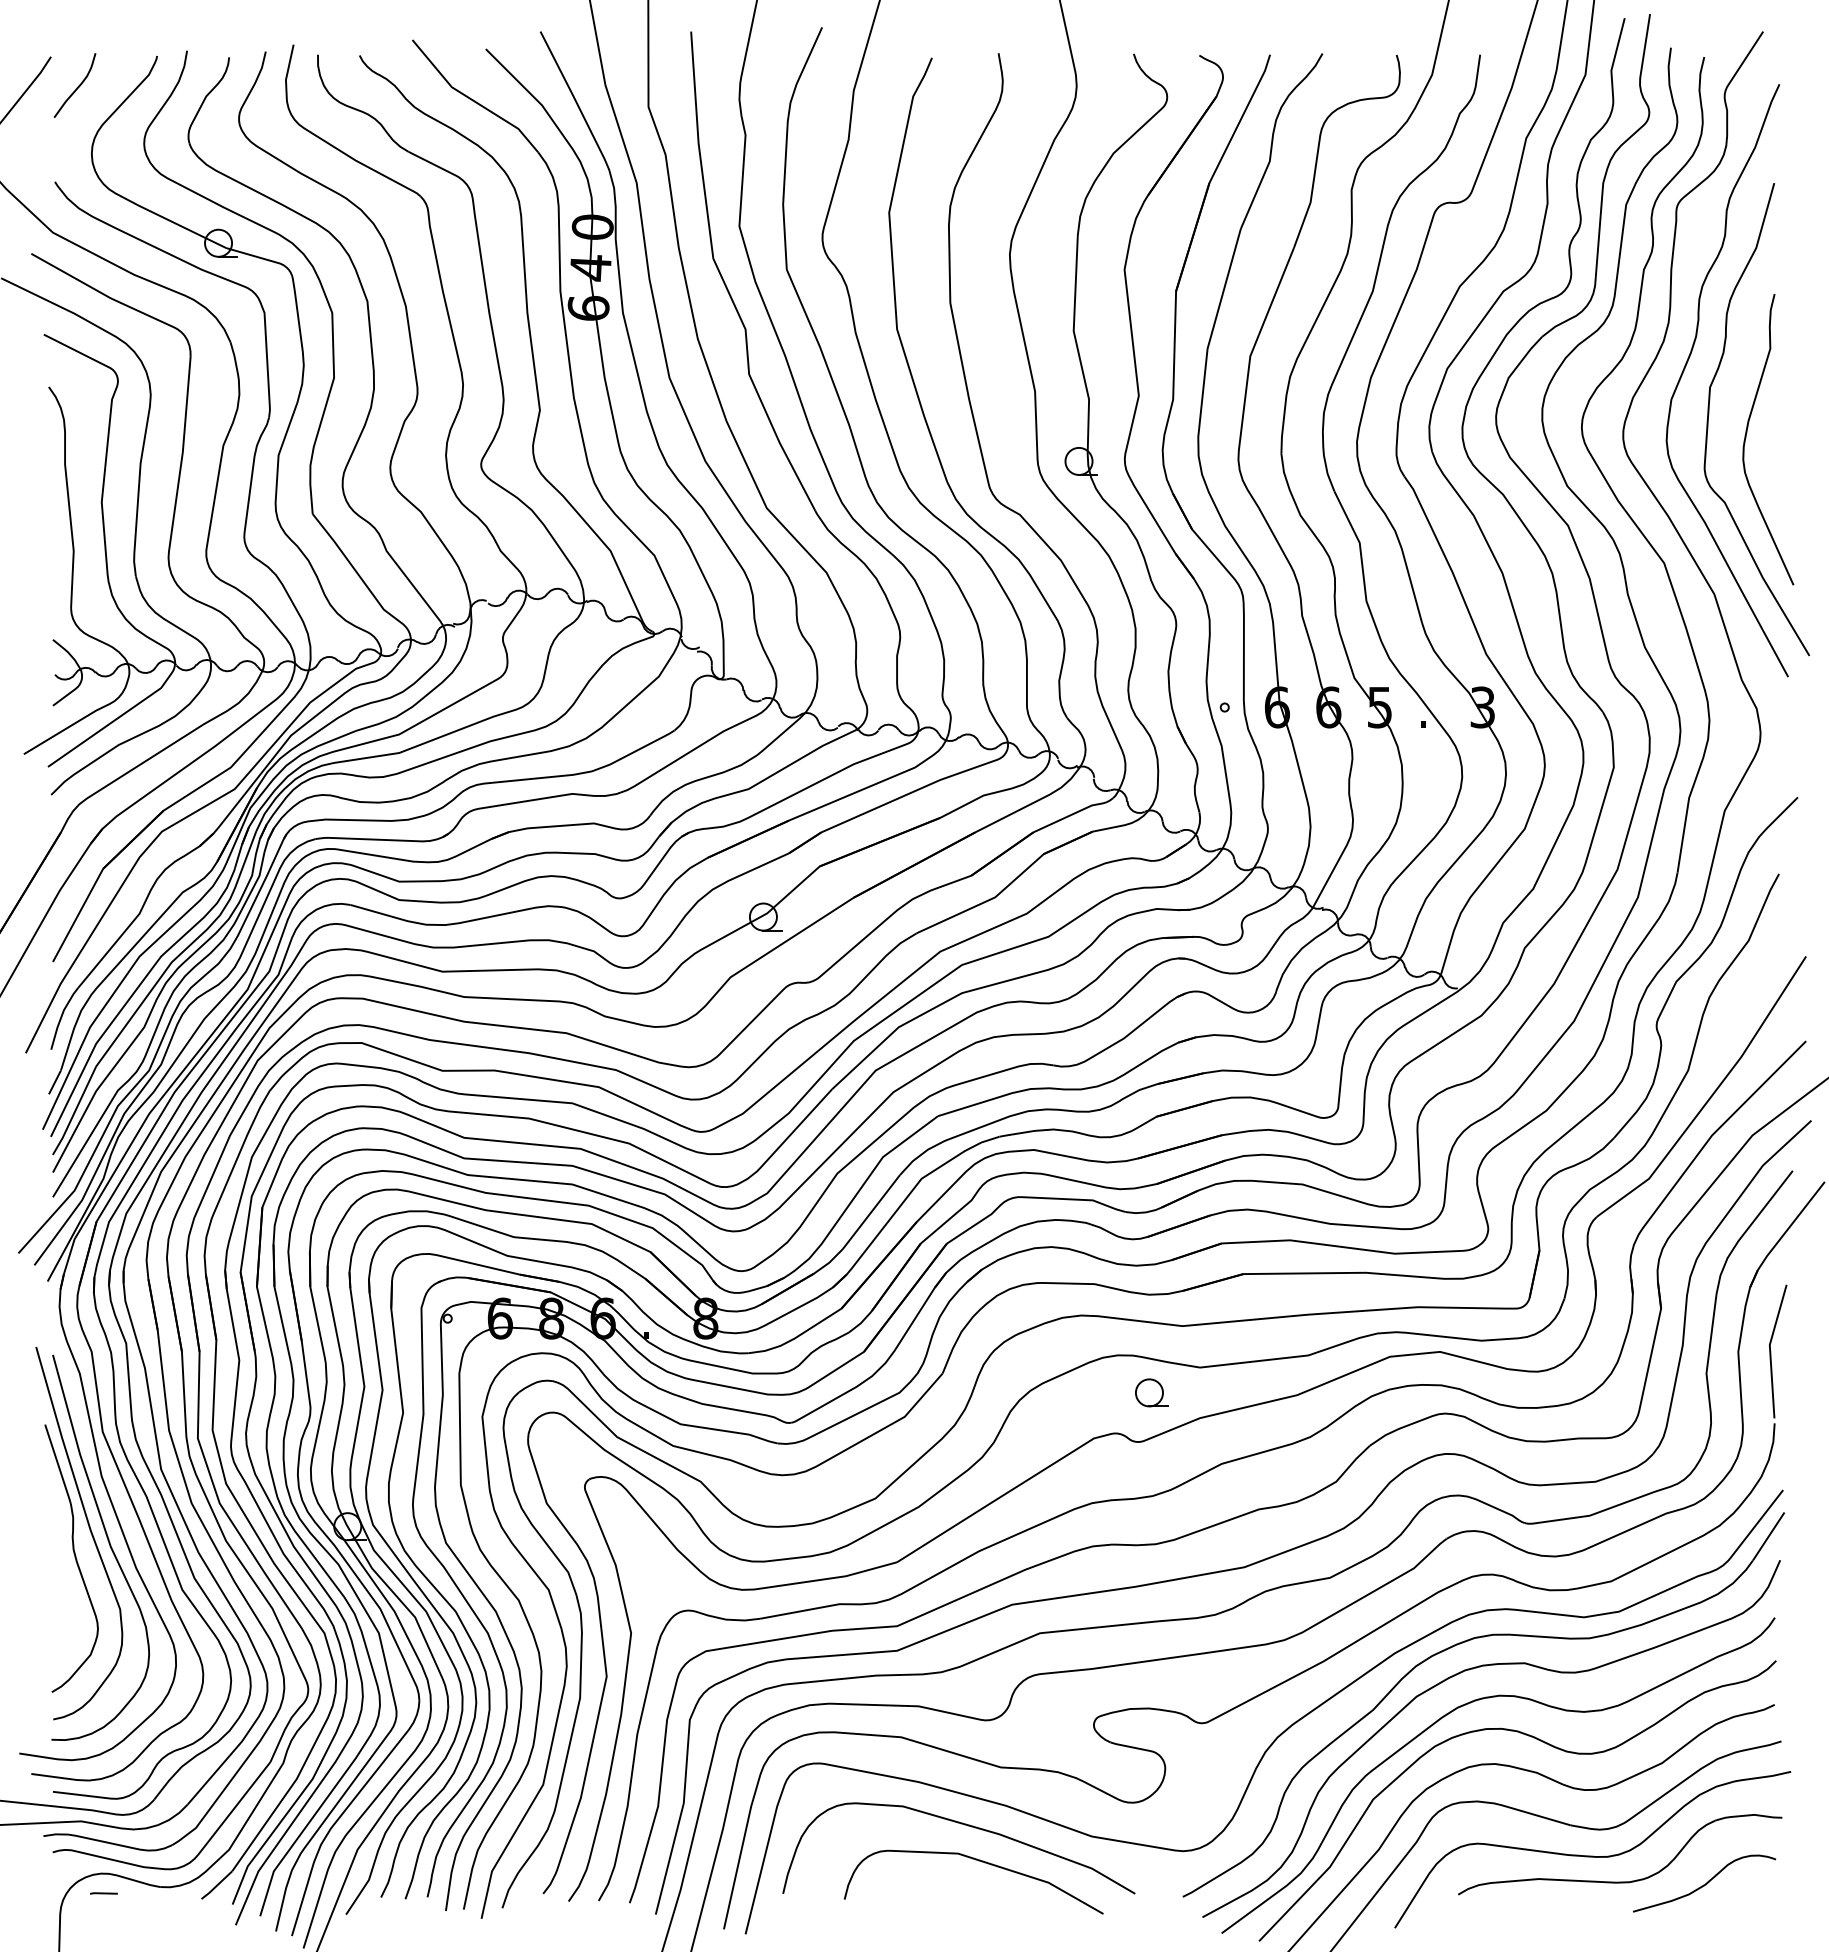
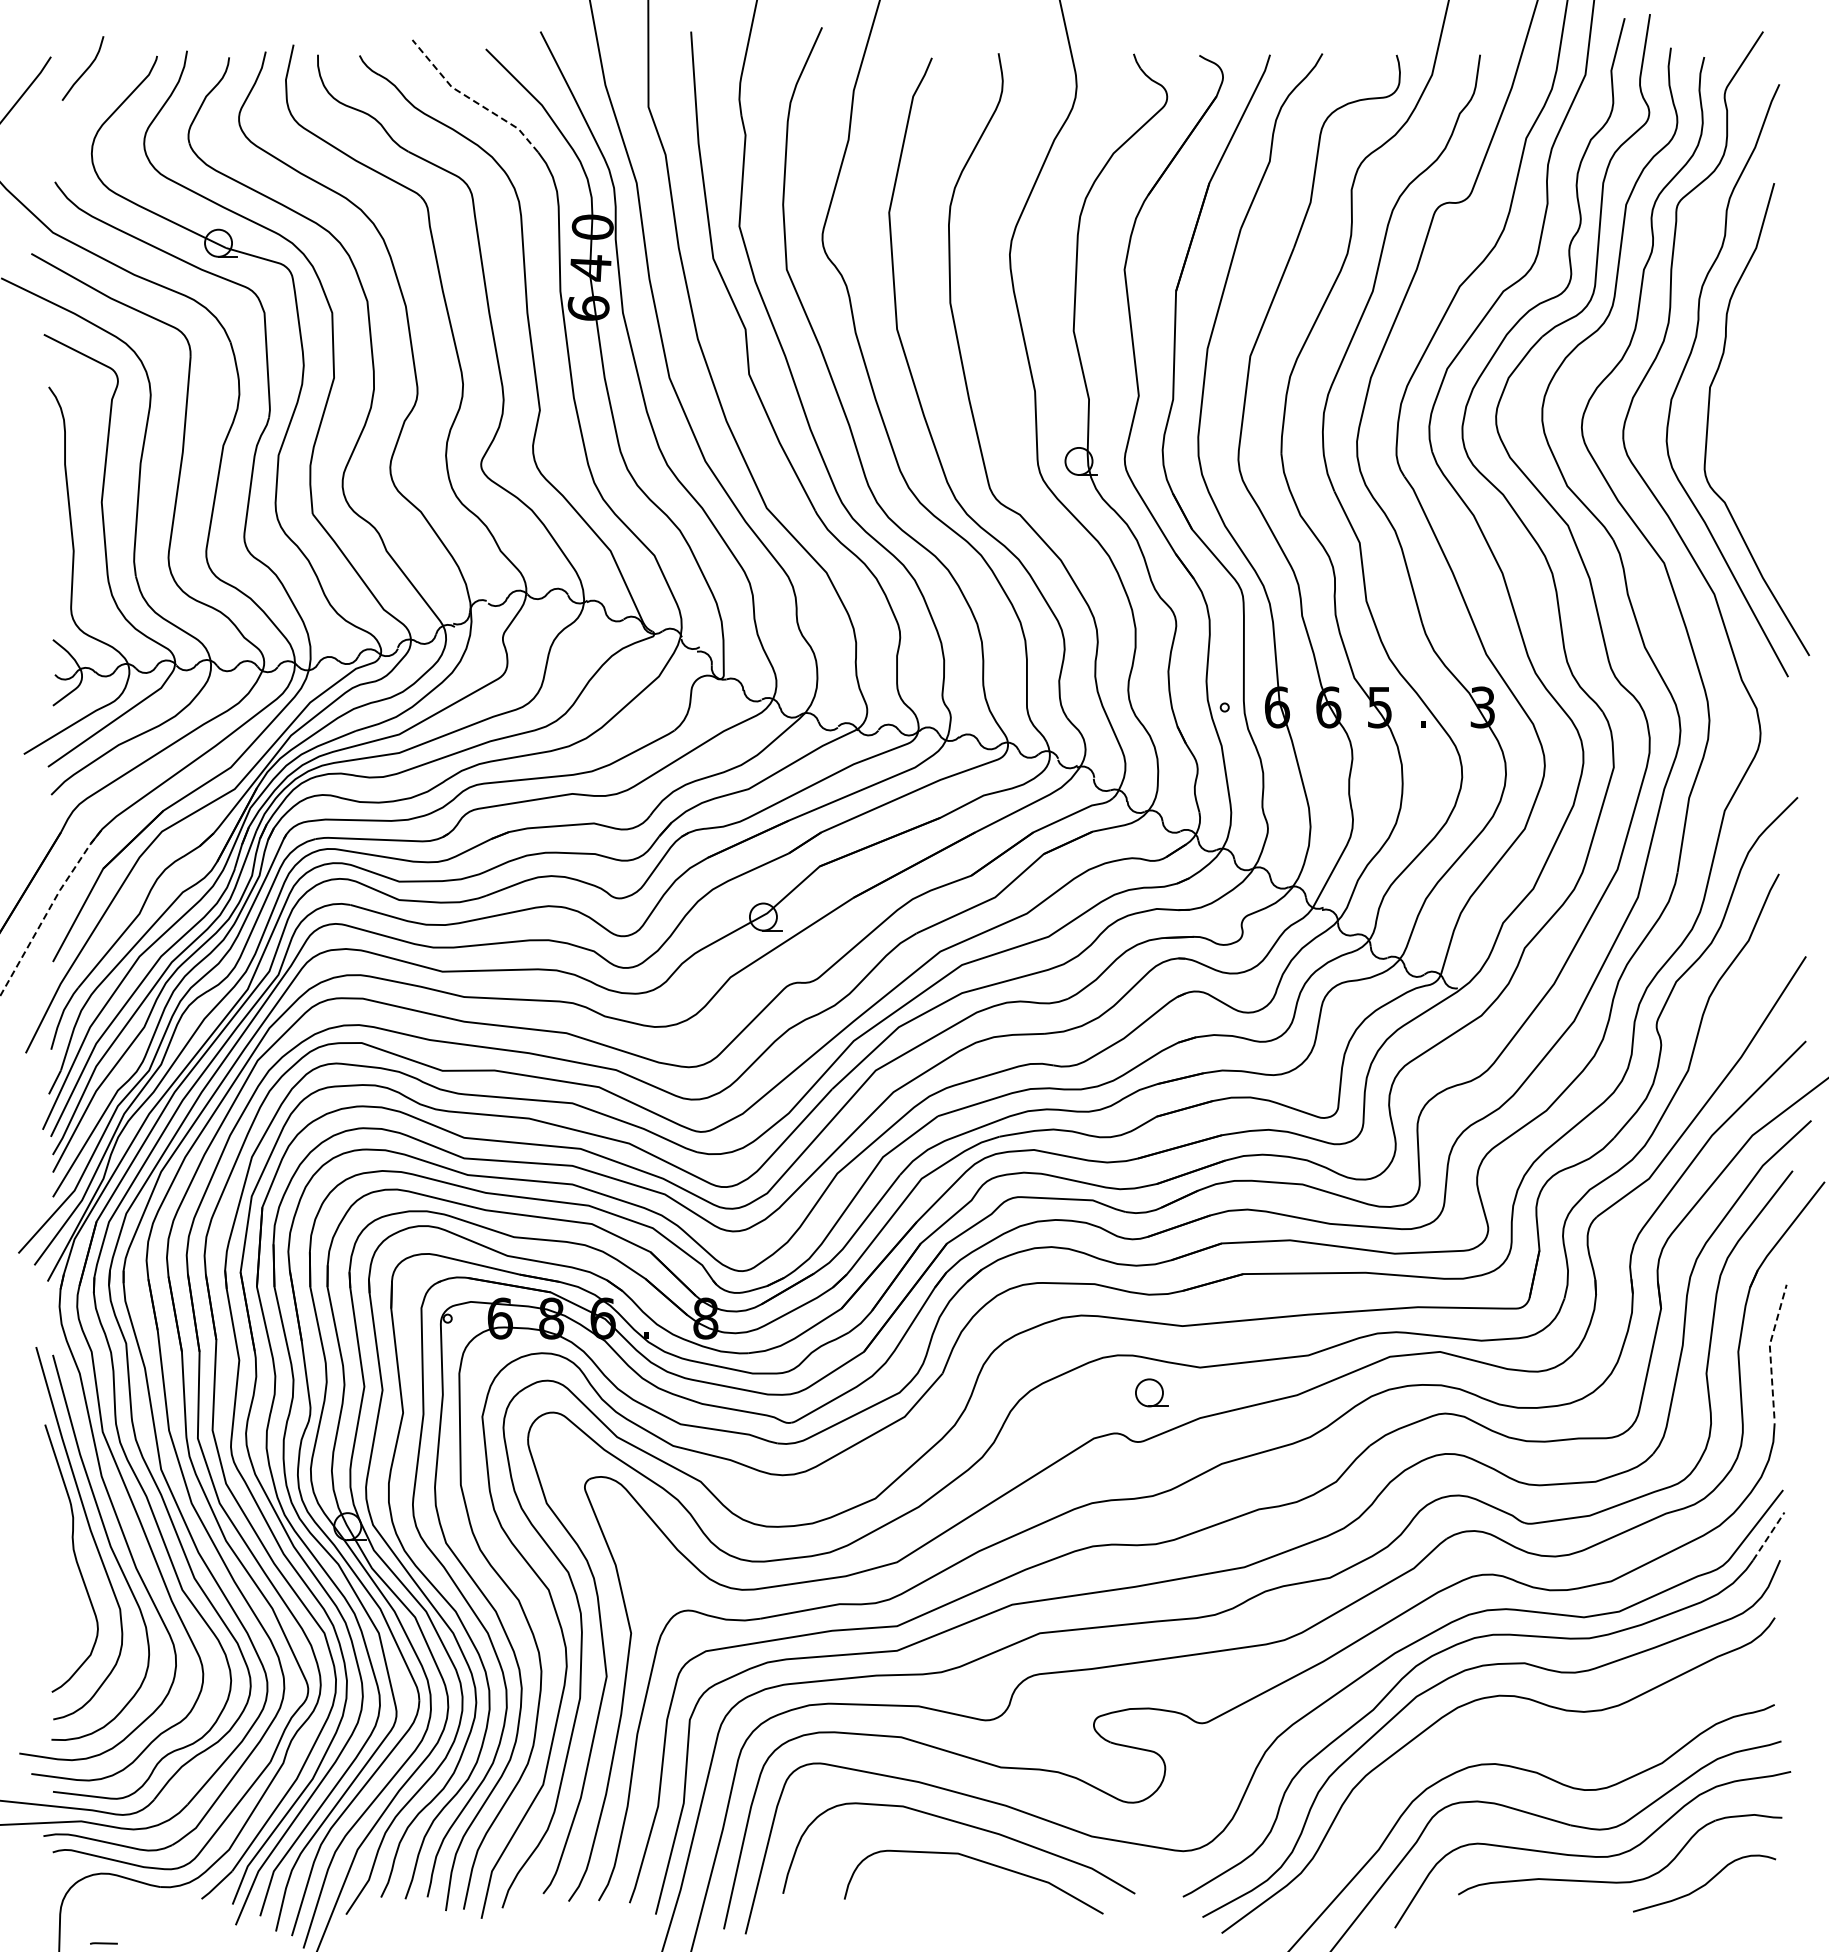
curve at (76, 87) position: (76, 87) -> (84, 70)
line at (472, 99): solid -> dashed
curve at (1747, 433): present -> none
line at (49, 909): solid -> dashed
line at (1770, 1349): solid -> dashed
line at (1768, 1536): solid -> dashed
curve at (1546, 1744): present -> none
line at (103, 1893) position: (103, 1893) -> (103, 1943)
